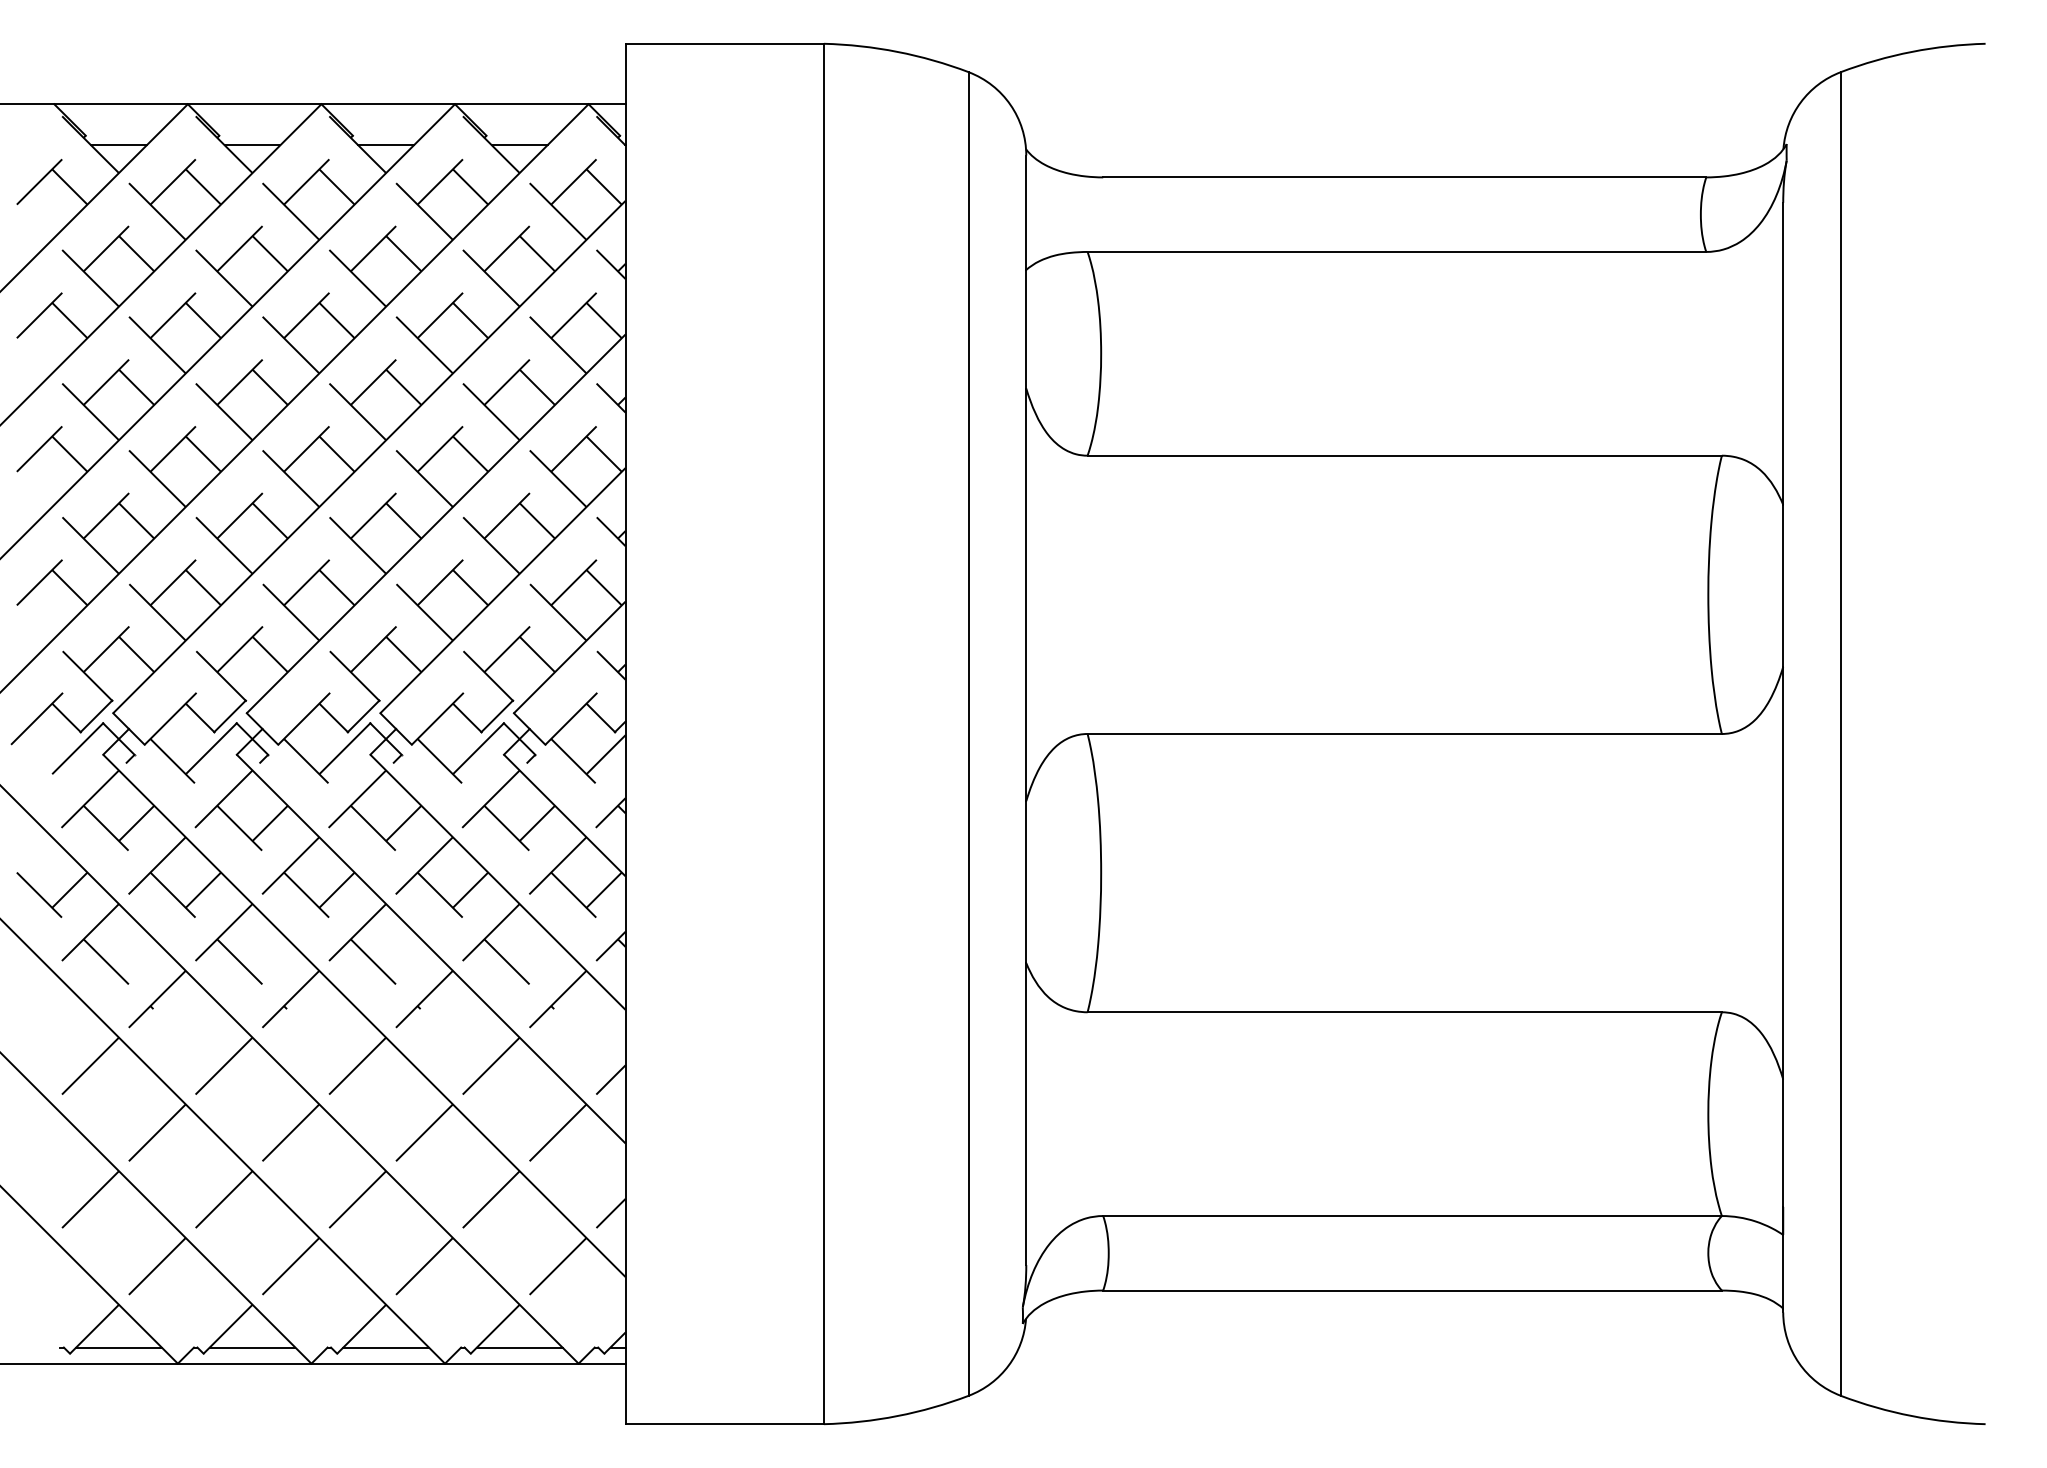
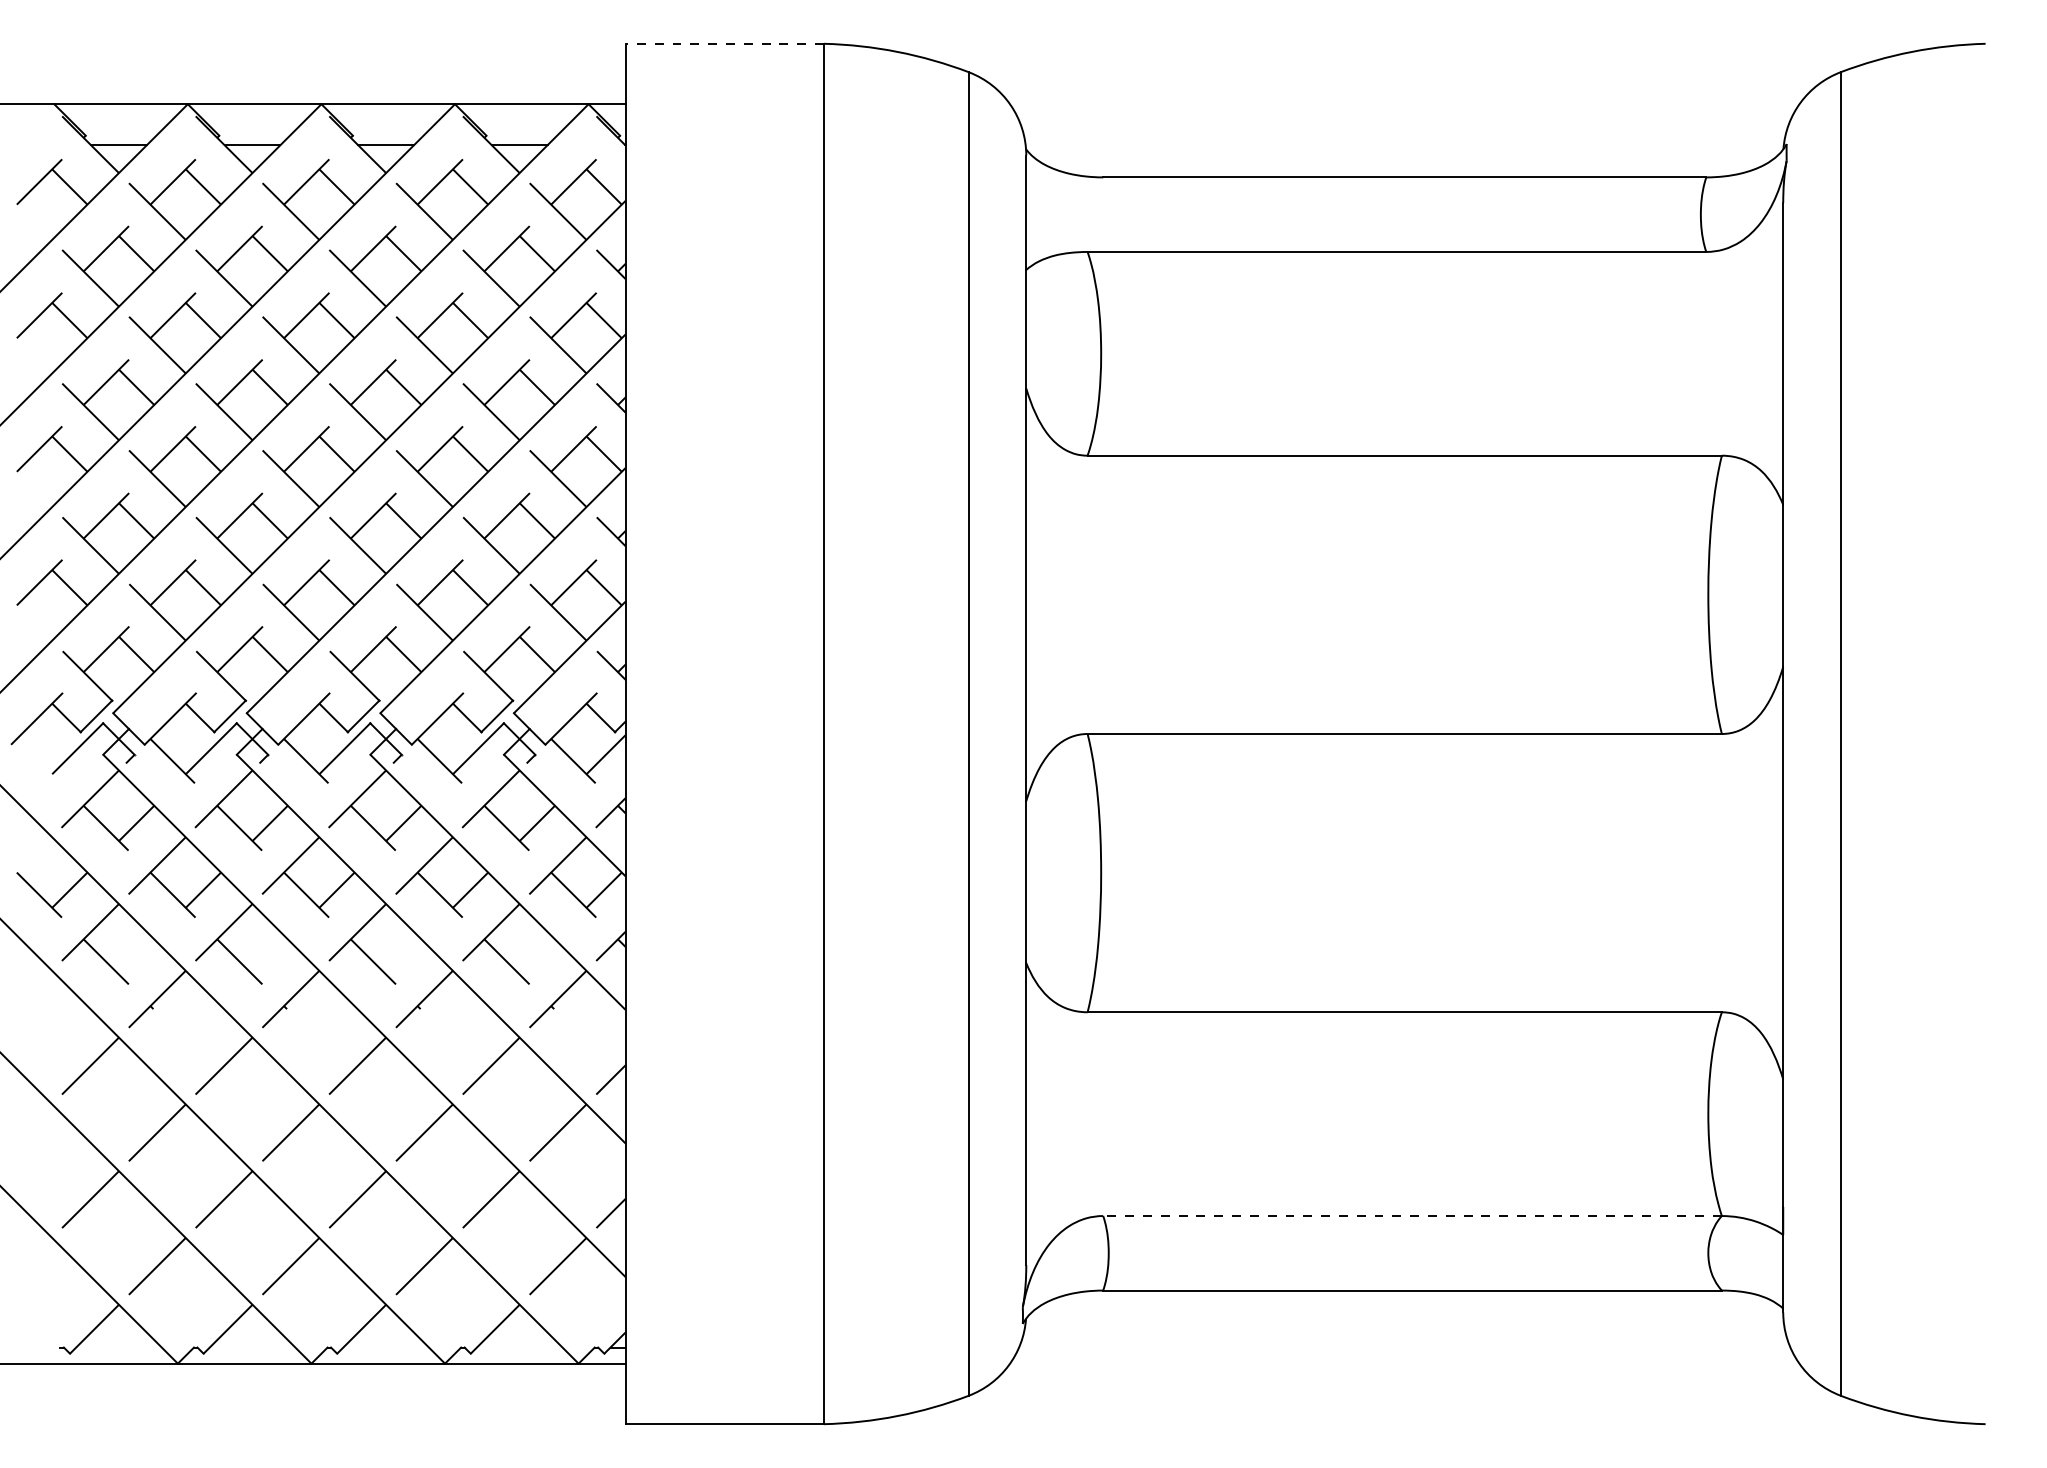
line at (724, 43): solid -> dashed
line at (1412, 1216): solid -> dashed
line at (118, 1347): present -> none
line at (252, 1347): present -> none
line at (385, 1347): present -> none
line at (519, 1347): present -> none
